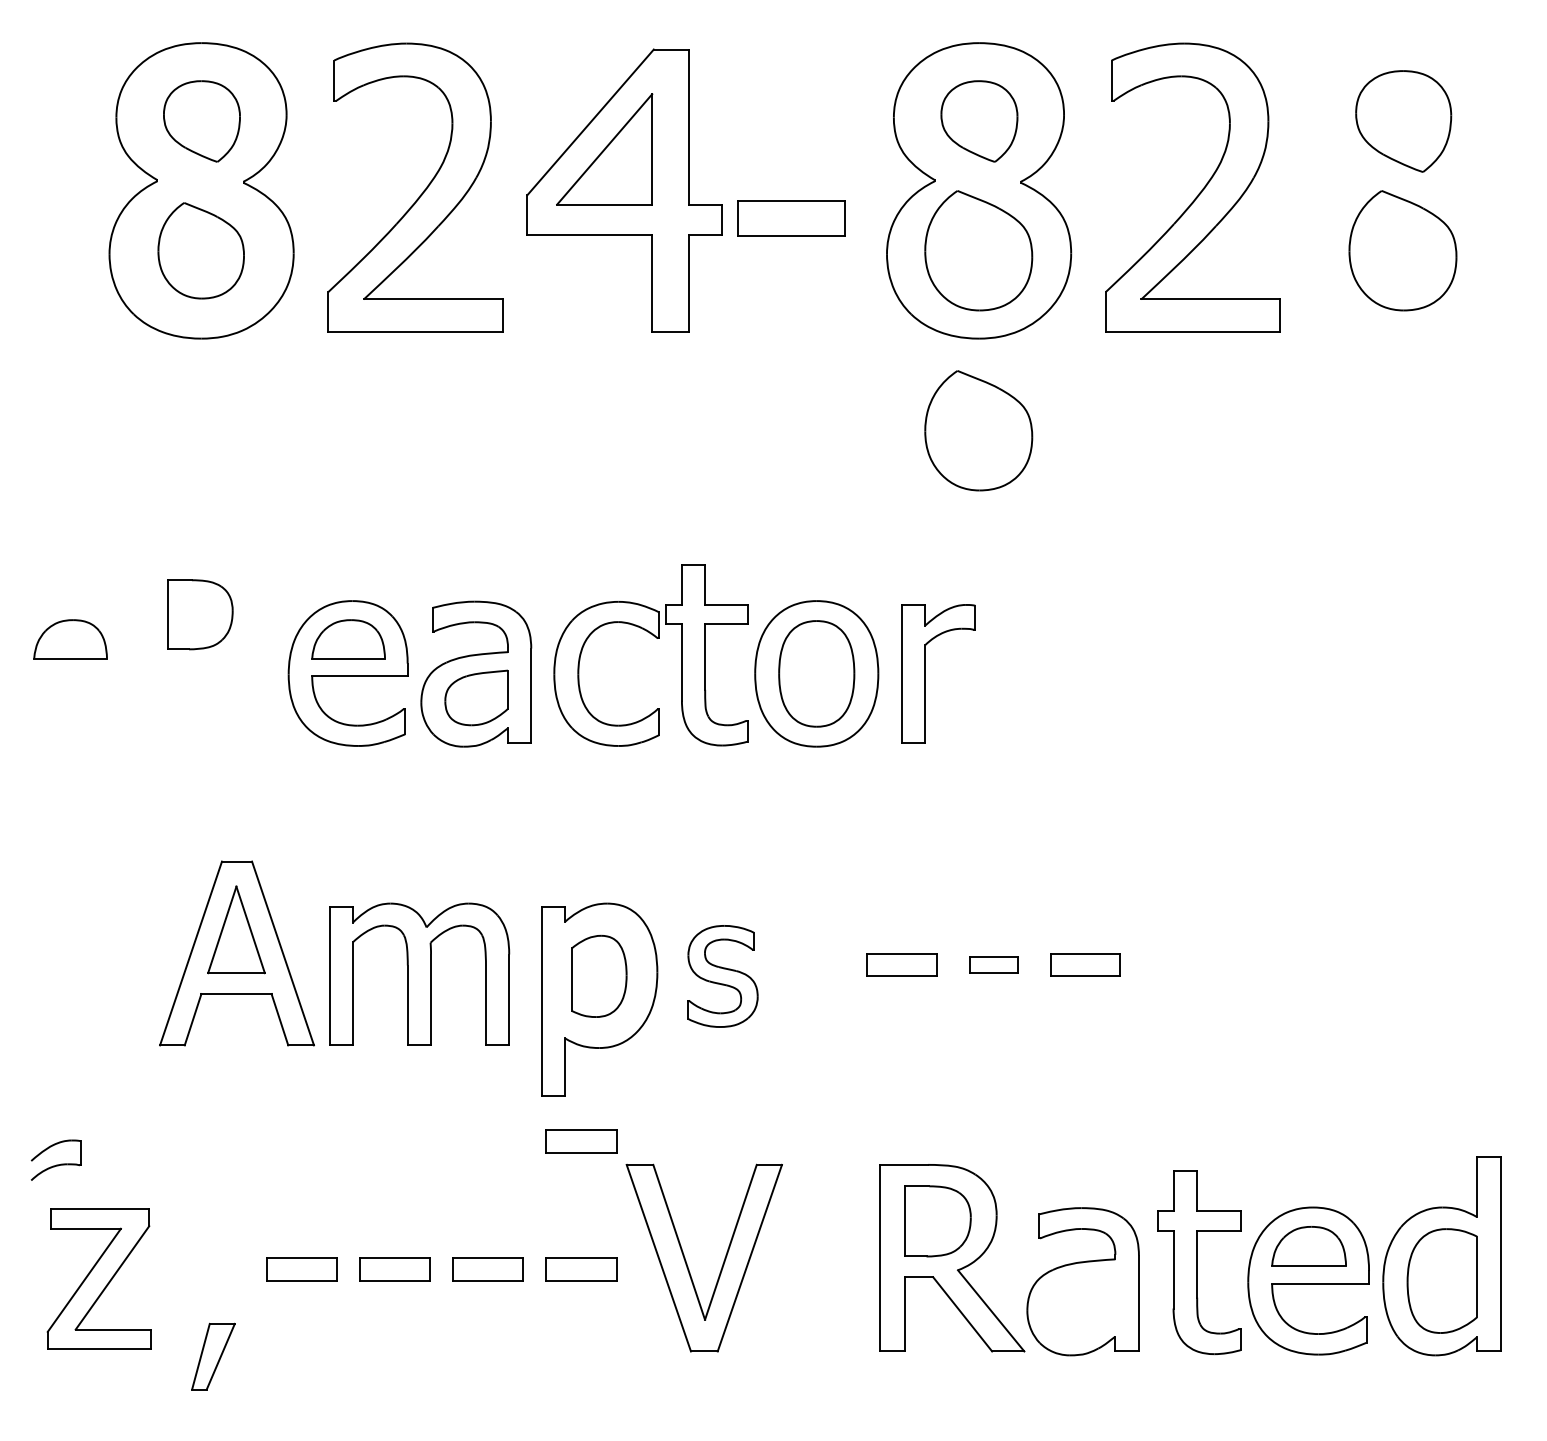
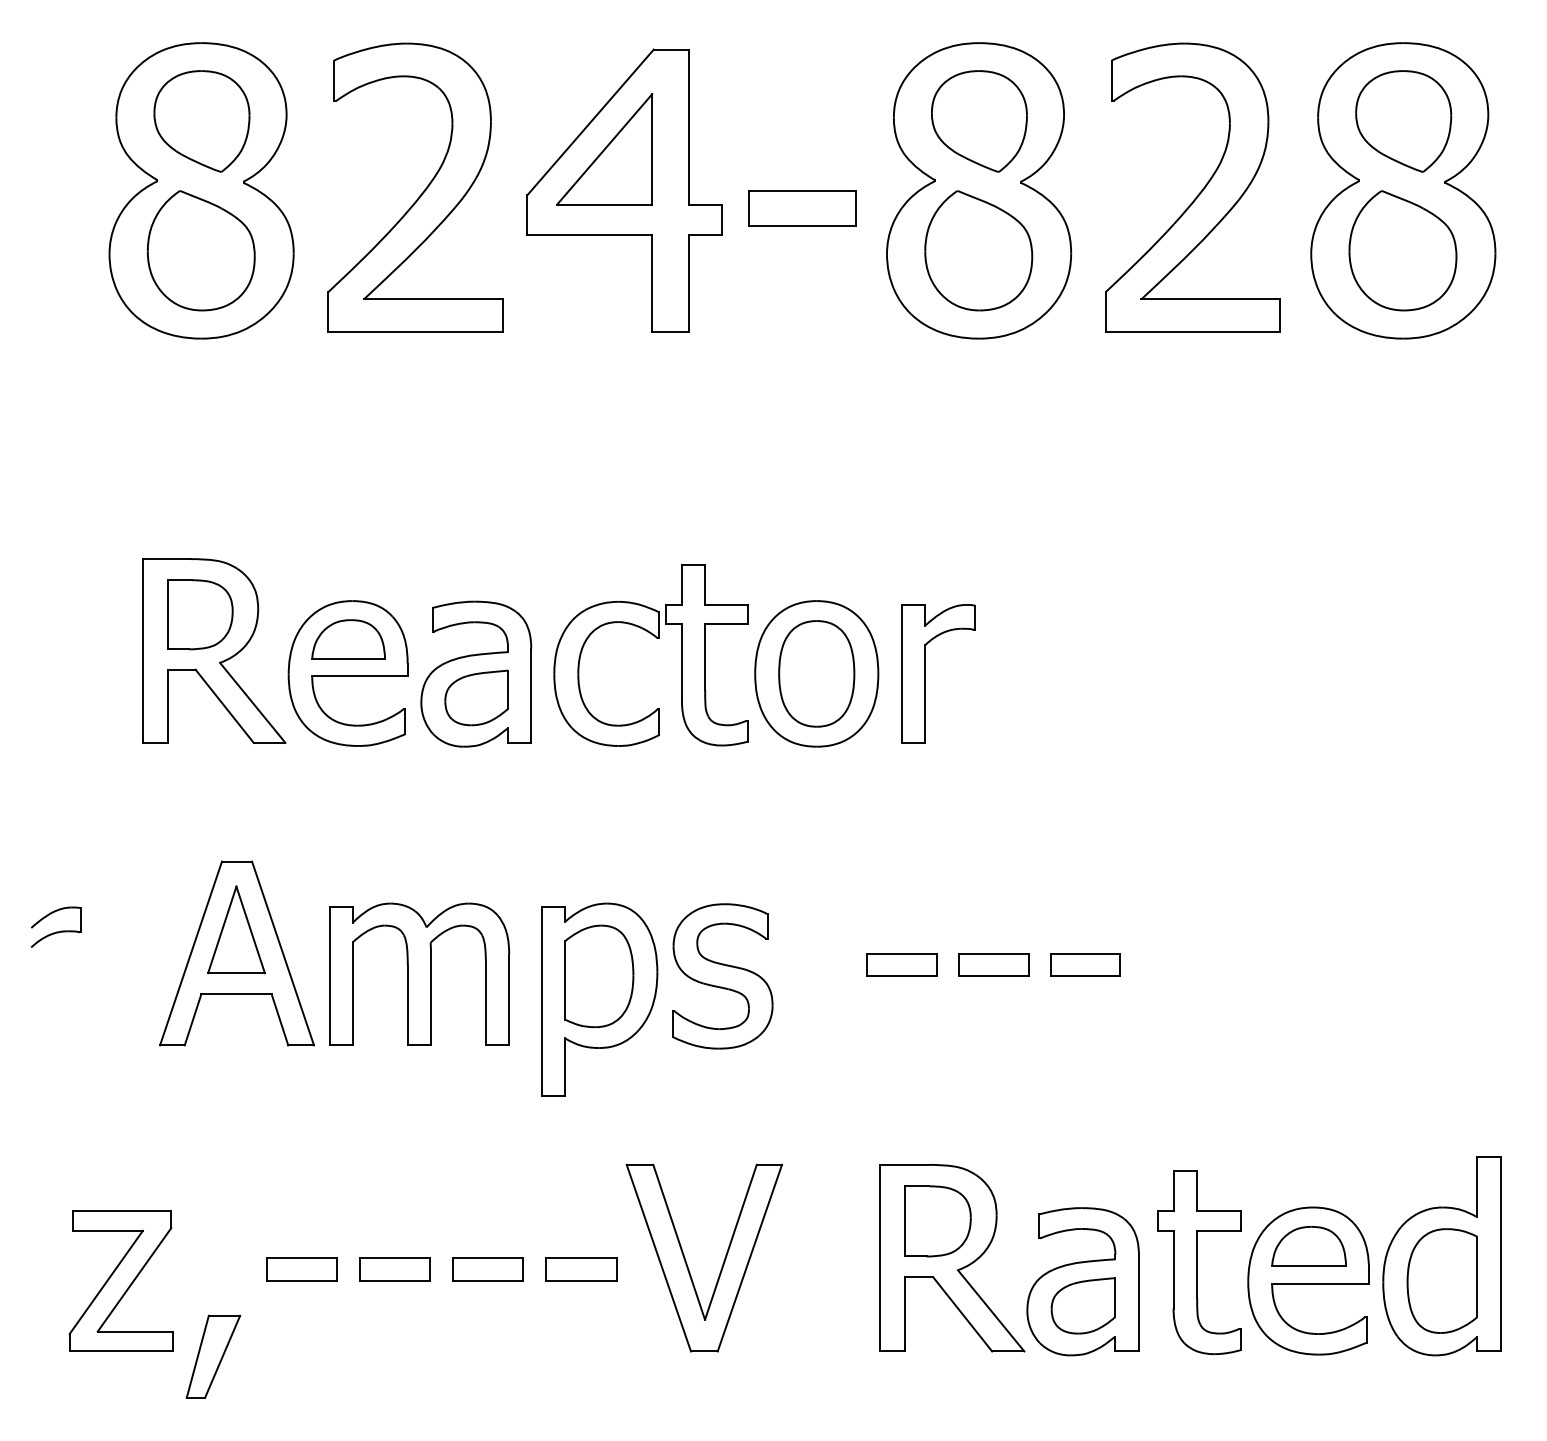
part at (201, 121) size: 78x83 px -> 98x103 px
part at (979, 121) size: 79x83 px -> 97x103 px
part at (1403, 190): none -> present
part at (791, 218) position: (791, 218) -> (802, 208)
part at (200, 250) size: 88x98 px -> 110x122 px
part at (978, 430): present -> none
part at (70, 639): present -> none
part at (214, 650): none -> present
part at (993, 964) size: 50x18 px -> 72x24 px
part at (599, 975) size: 57x84 px -> 71x105 px
part at (722, 976) size: 72x103 px -> 102x147 px
part at (581, 1141): present -> none
part at (55, 1159) position: (55, 1159) -> (55, 926)
part at (98, 1278) position: (98, 1278) -> (120, 1280)
part at (1082, 1305): none -> present
part at (213, 1356) size: 45x69 px -> 57x85 px
